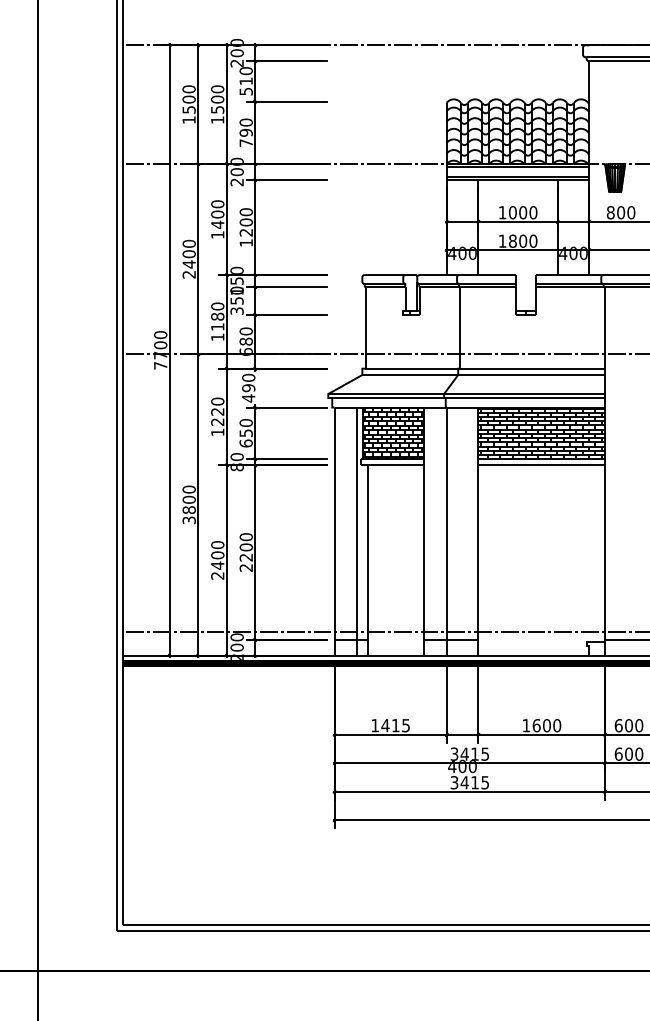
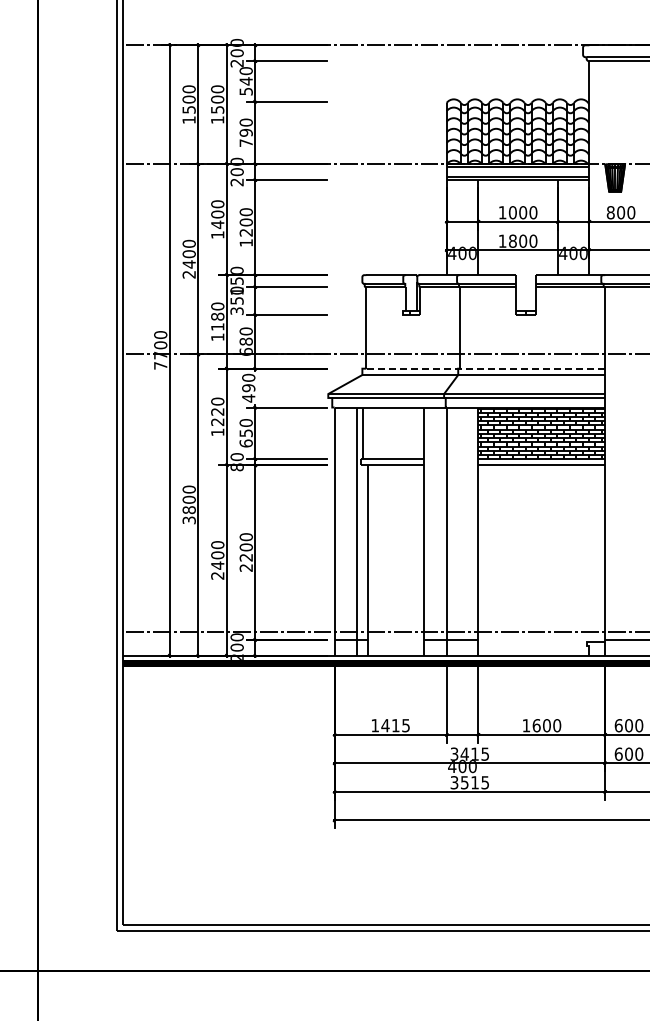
text at (245, 81): 510 -> 540
line at (484, 368): solid -> dashed
hatch at (393, 433): present -> none
text at (464, 782): 3415 -> 3515
